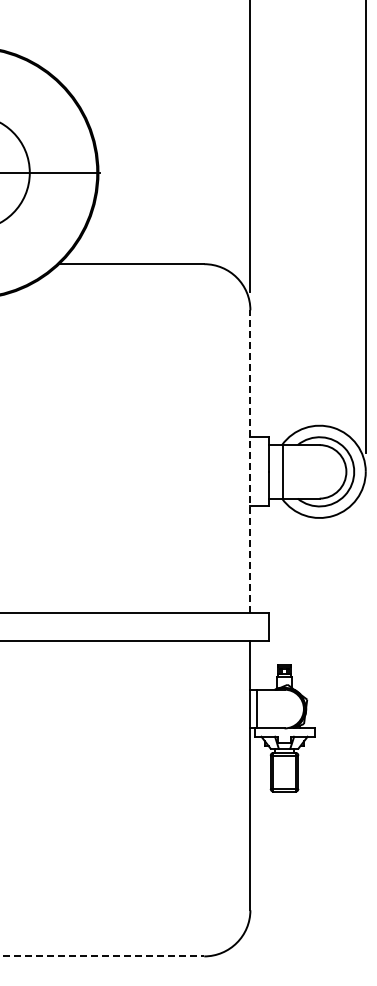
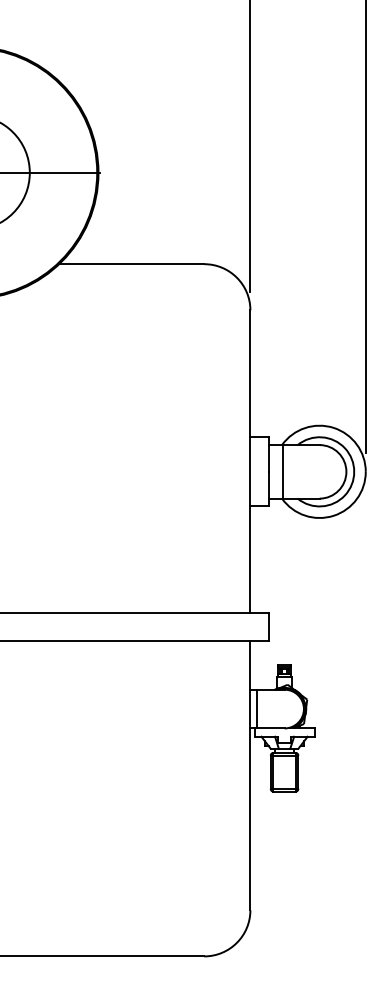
line at (250, 461): dashed -> solid
line at (102, 956): dashed -> solid
